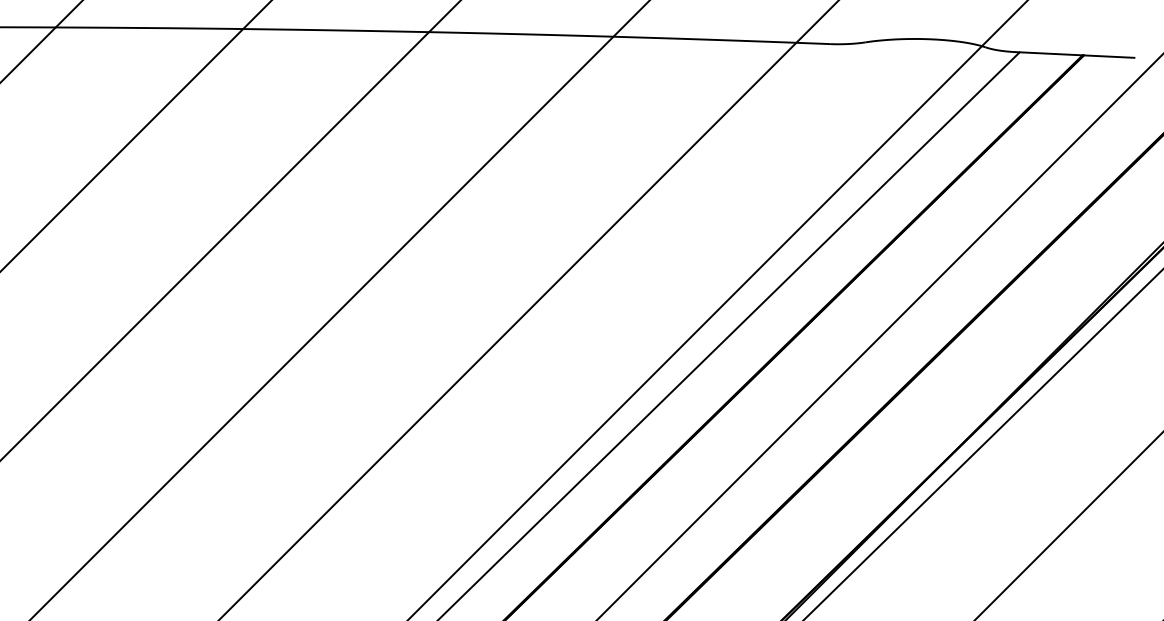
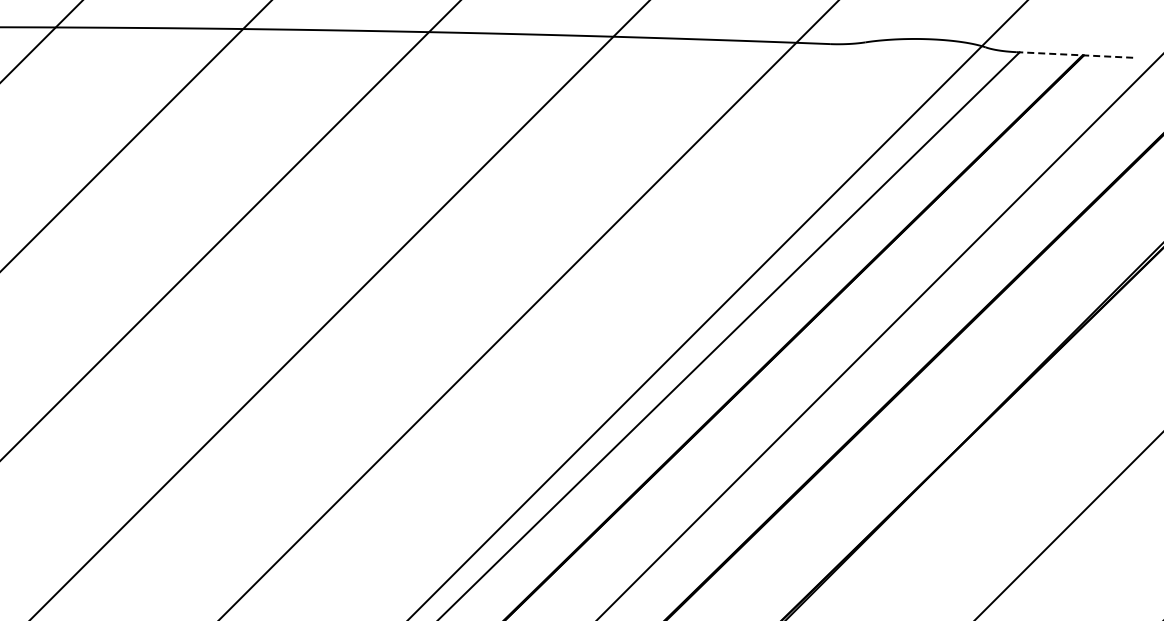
line at (1075, 55): solid -> dashed
line at (982, 444): present -> none
